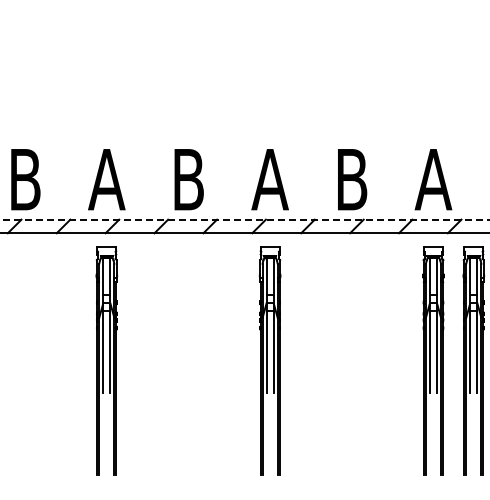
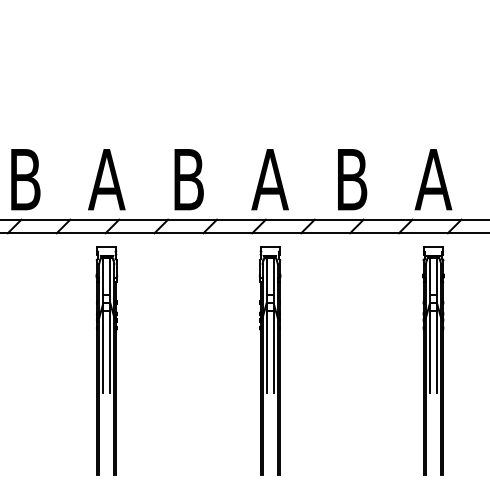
line at (245, 219): dashed -> solid
part at (473, 360): present -> none
